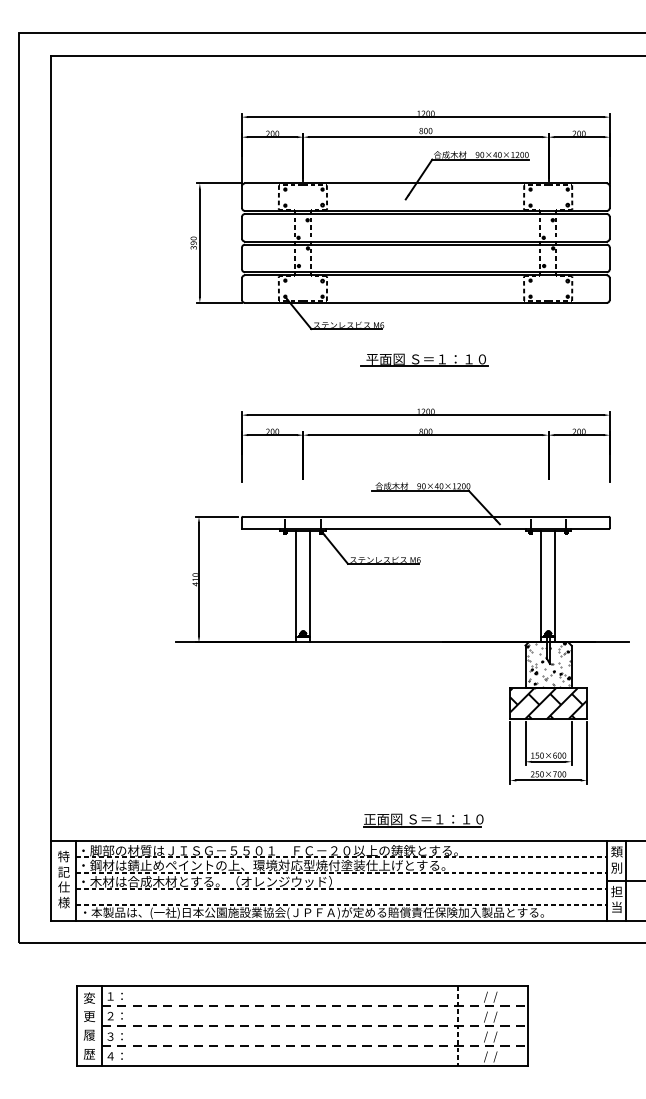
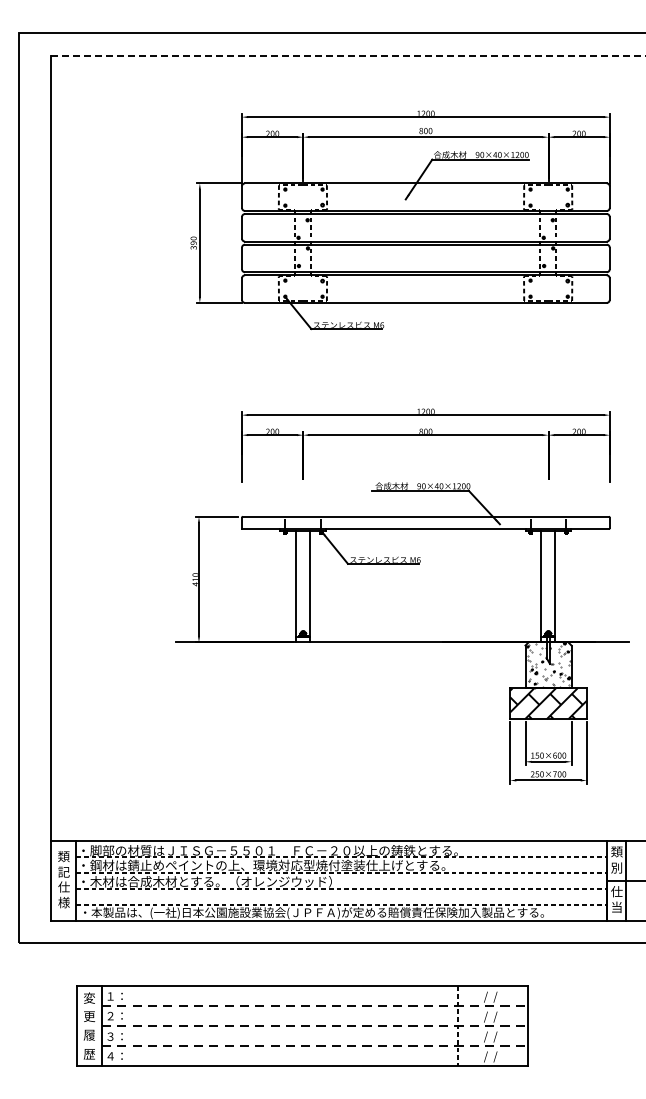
line at (348, 55): solid -> dashed
part at (424, 359): present -> none
part at (423, 820): present -> none
text at (63, 856): 特 -> 類
text at (616, 891): 担 -> 仕
